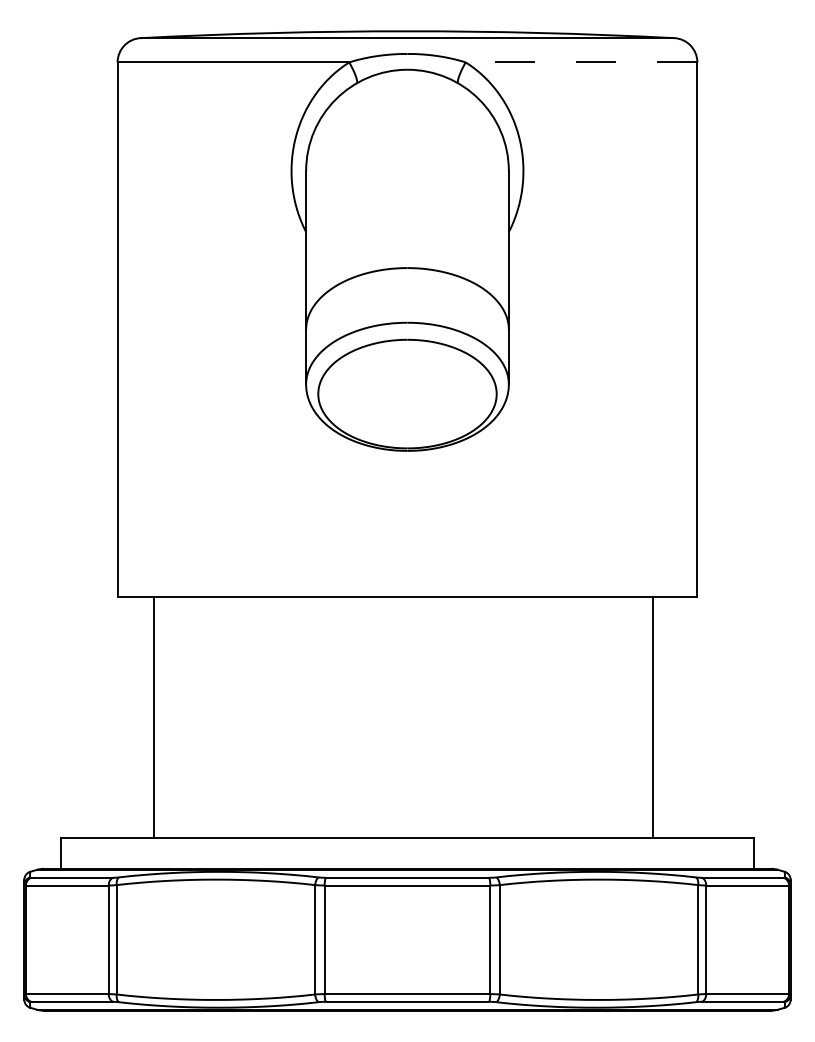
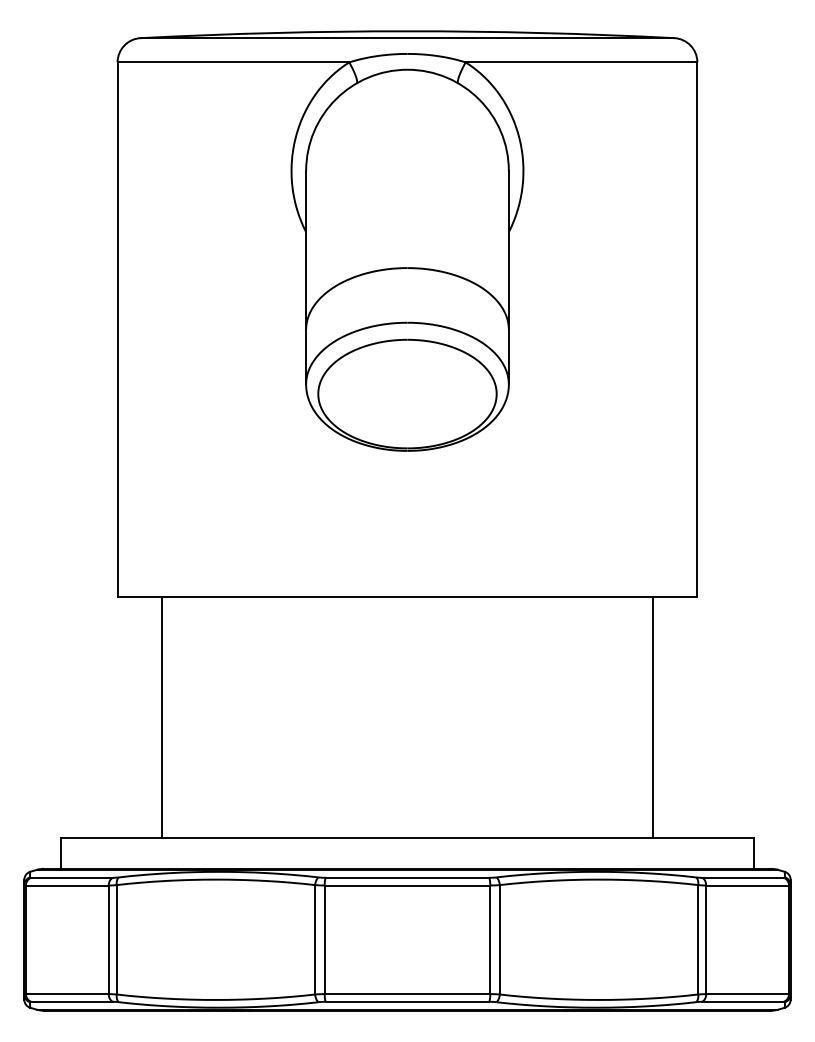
line at (581, 62): dashed -> solid
line at (154, 717) position: (154, 717) -> (162, 717)
